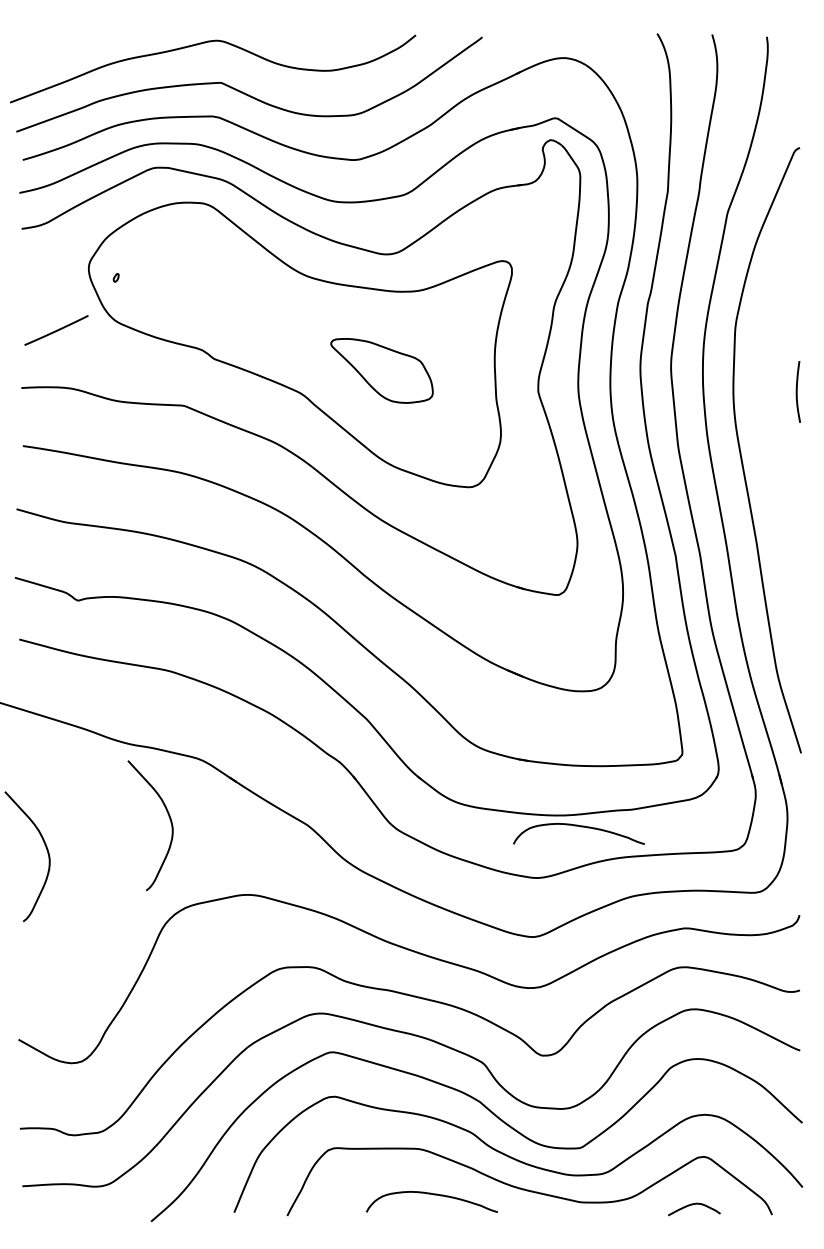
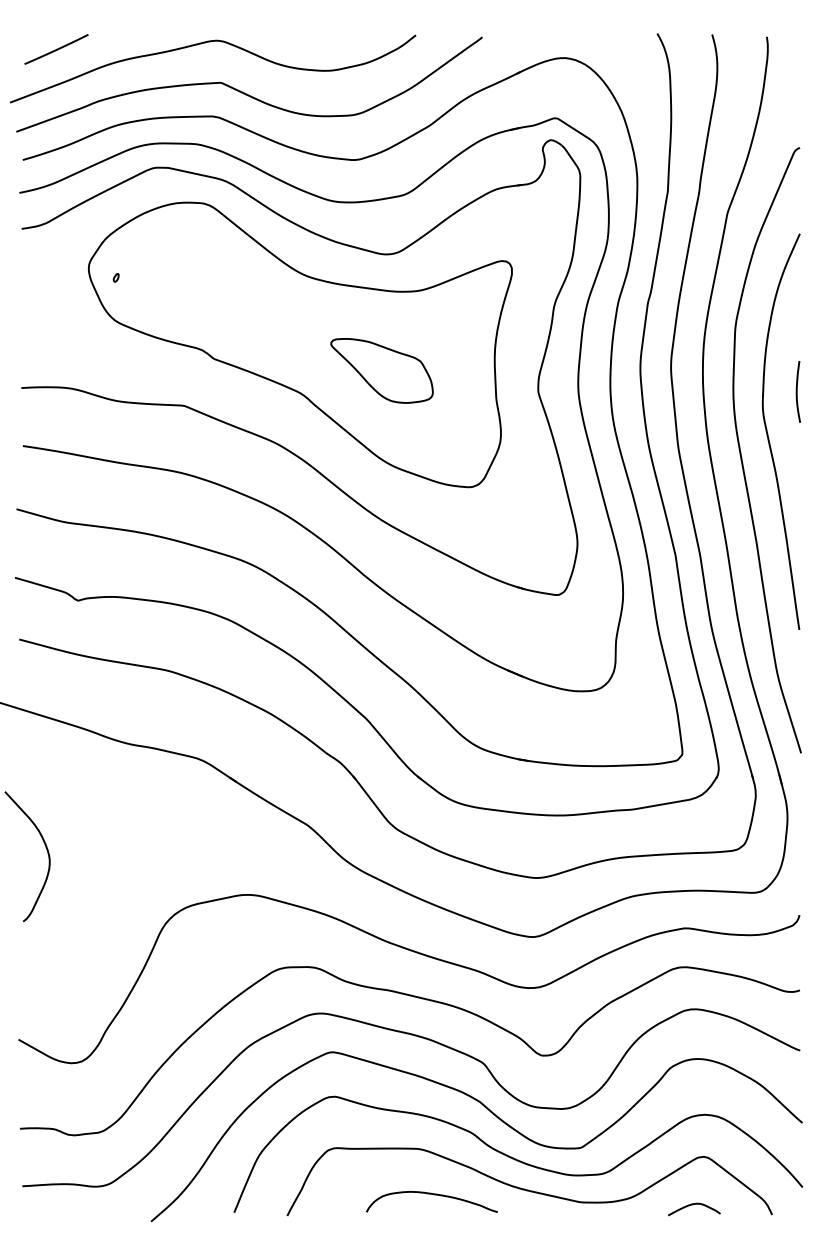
line at (56, 330) position: (56, 330) -> (56, 49)
curve at (768, 433): none -> present
curve at (169, 819): present -> none
curve at (580, 827): present -> none
